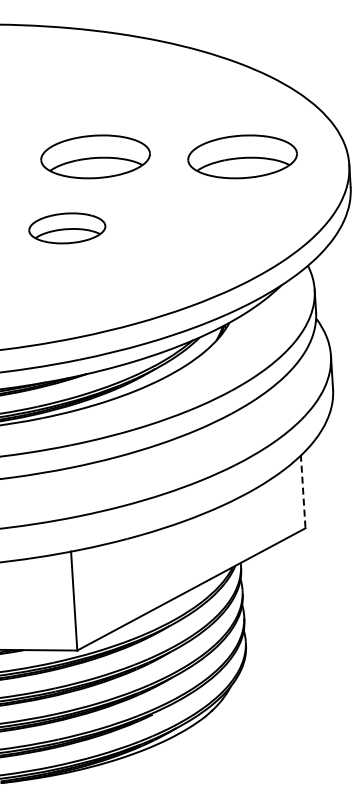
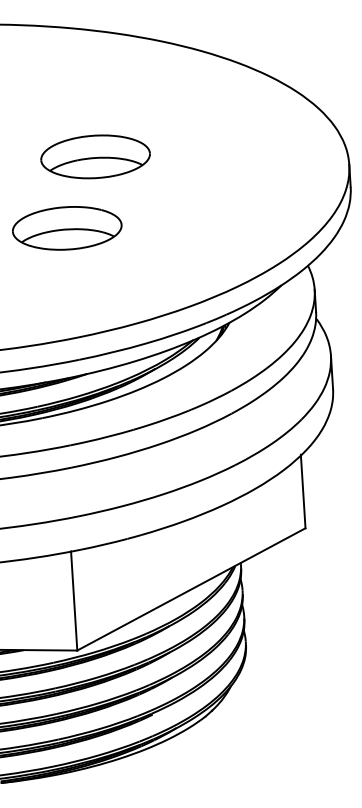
part at (242, 156): present -> none
part at (67, 228) size: 79x33 px -> 111x45 px
line at (303, 491): dashed -> solid
